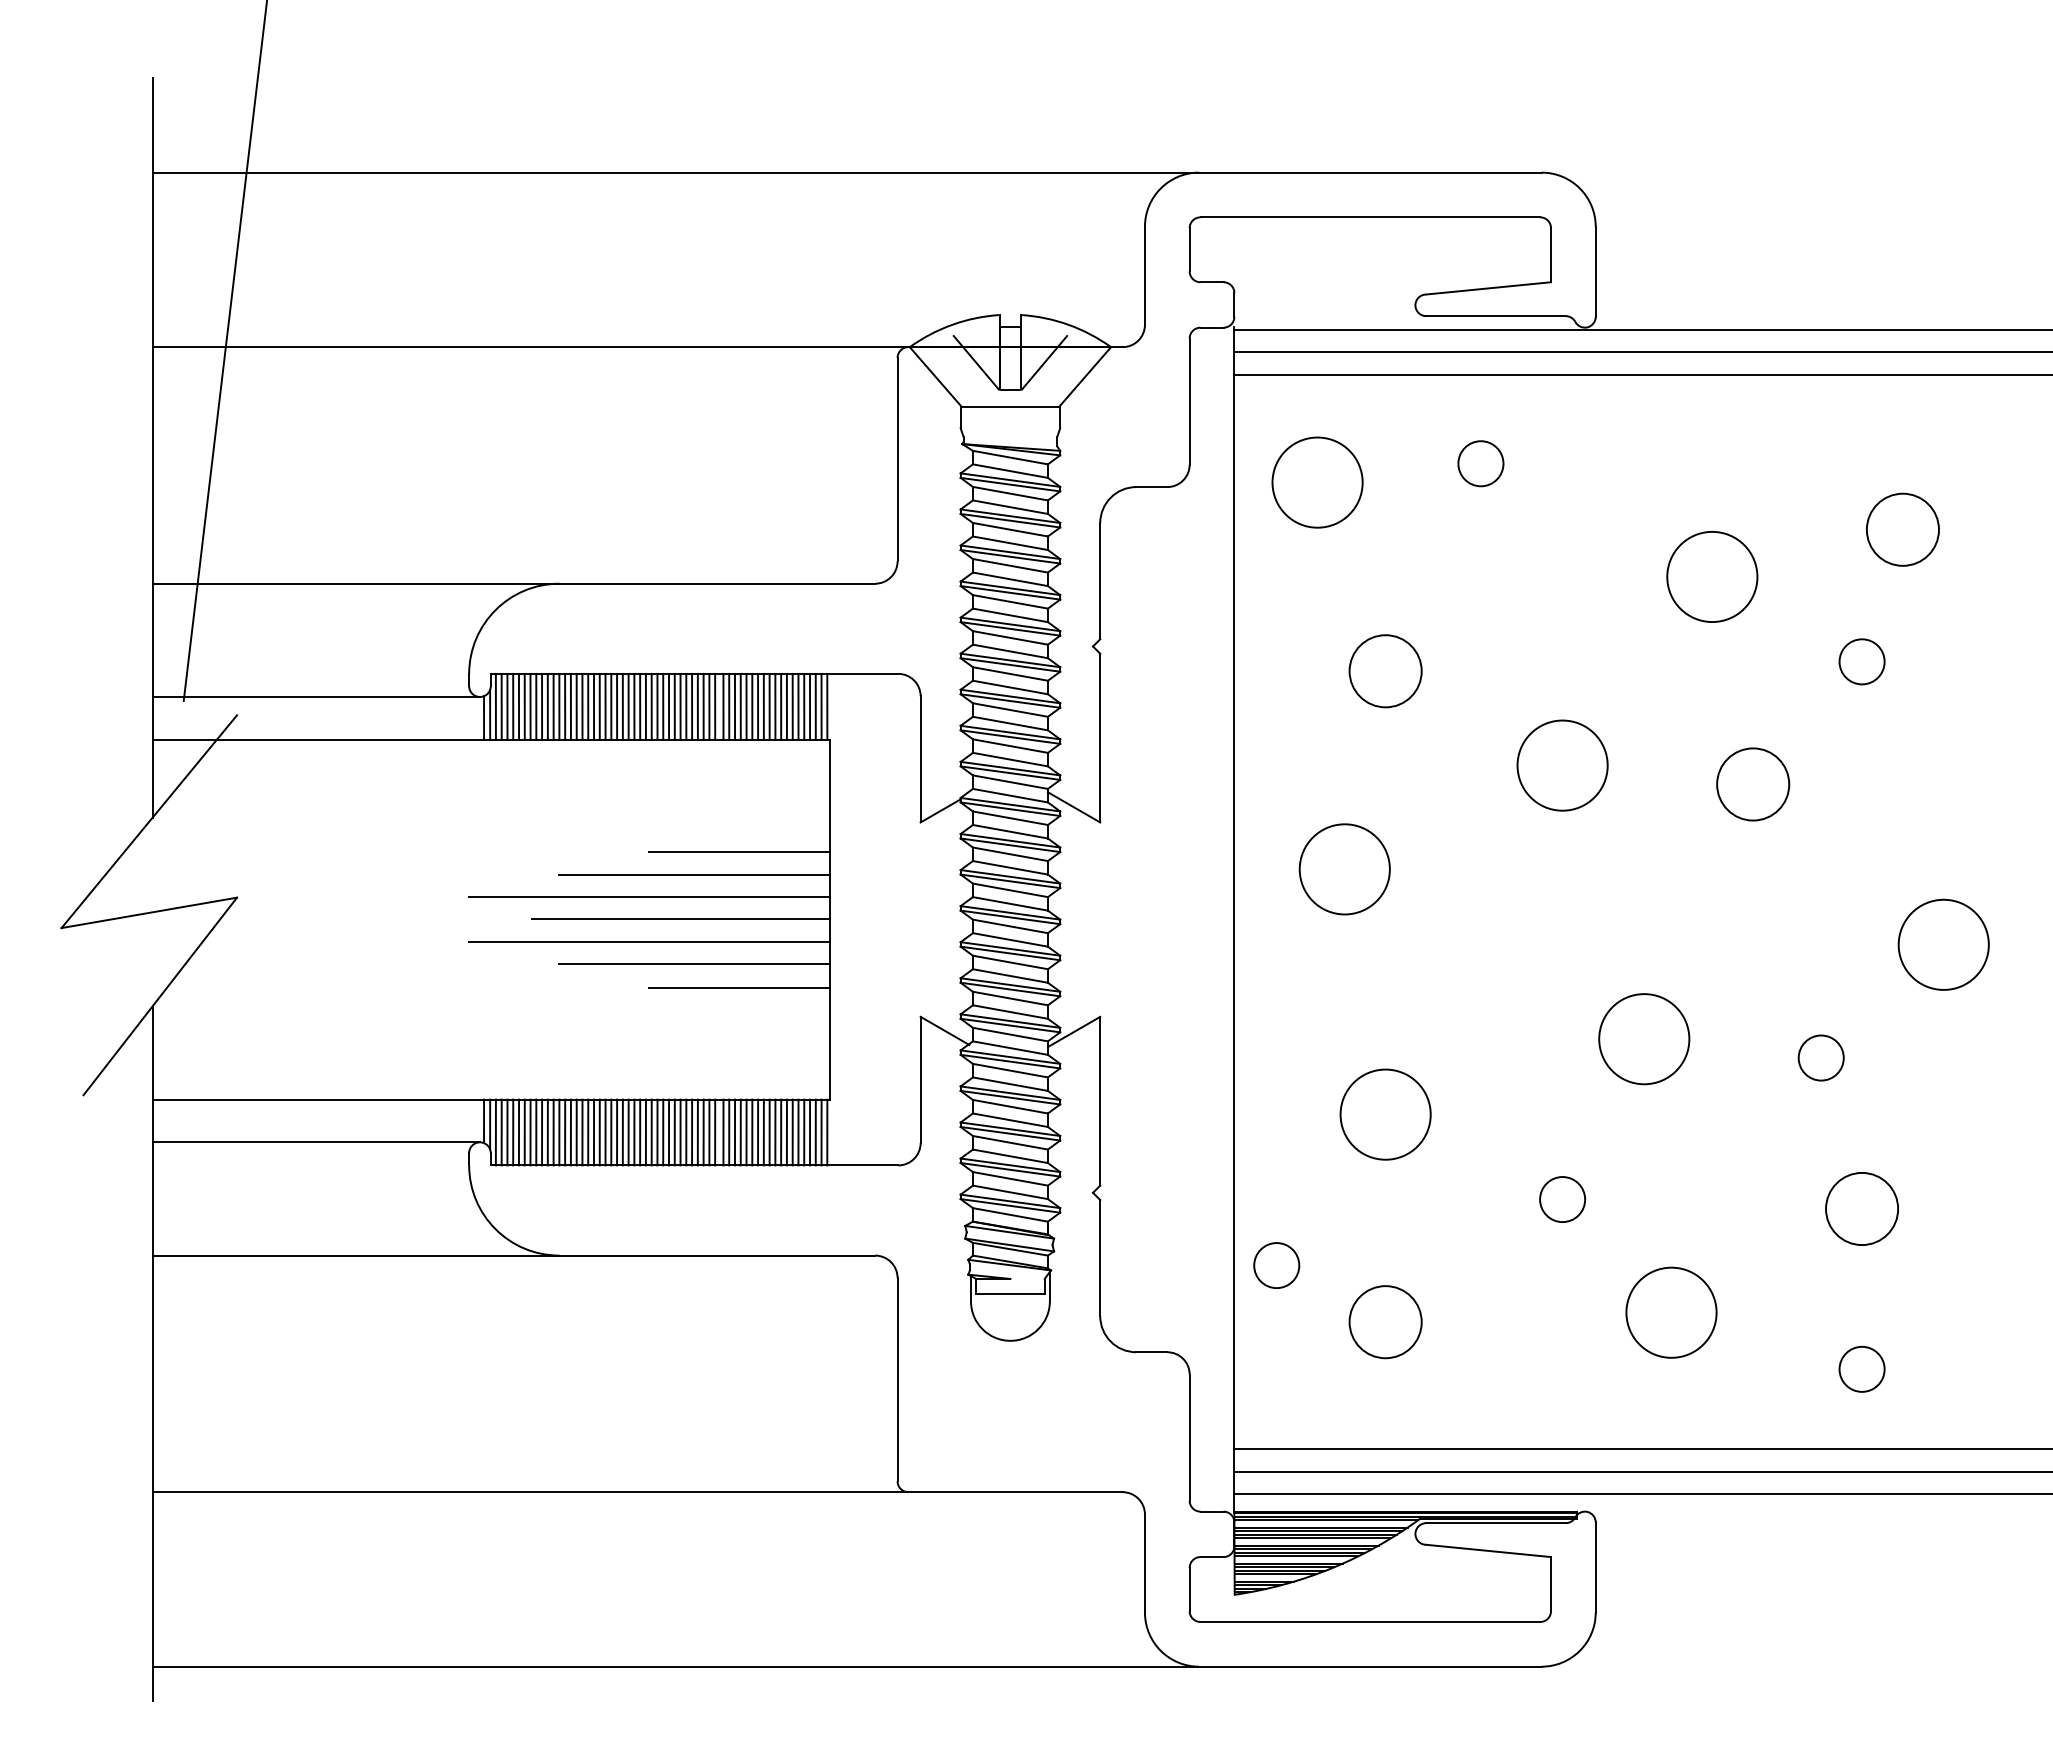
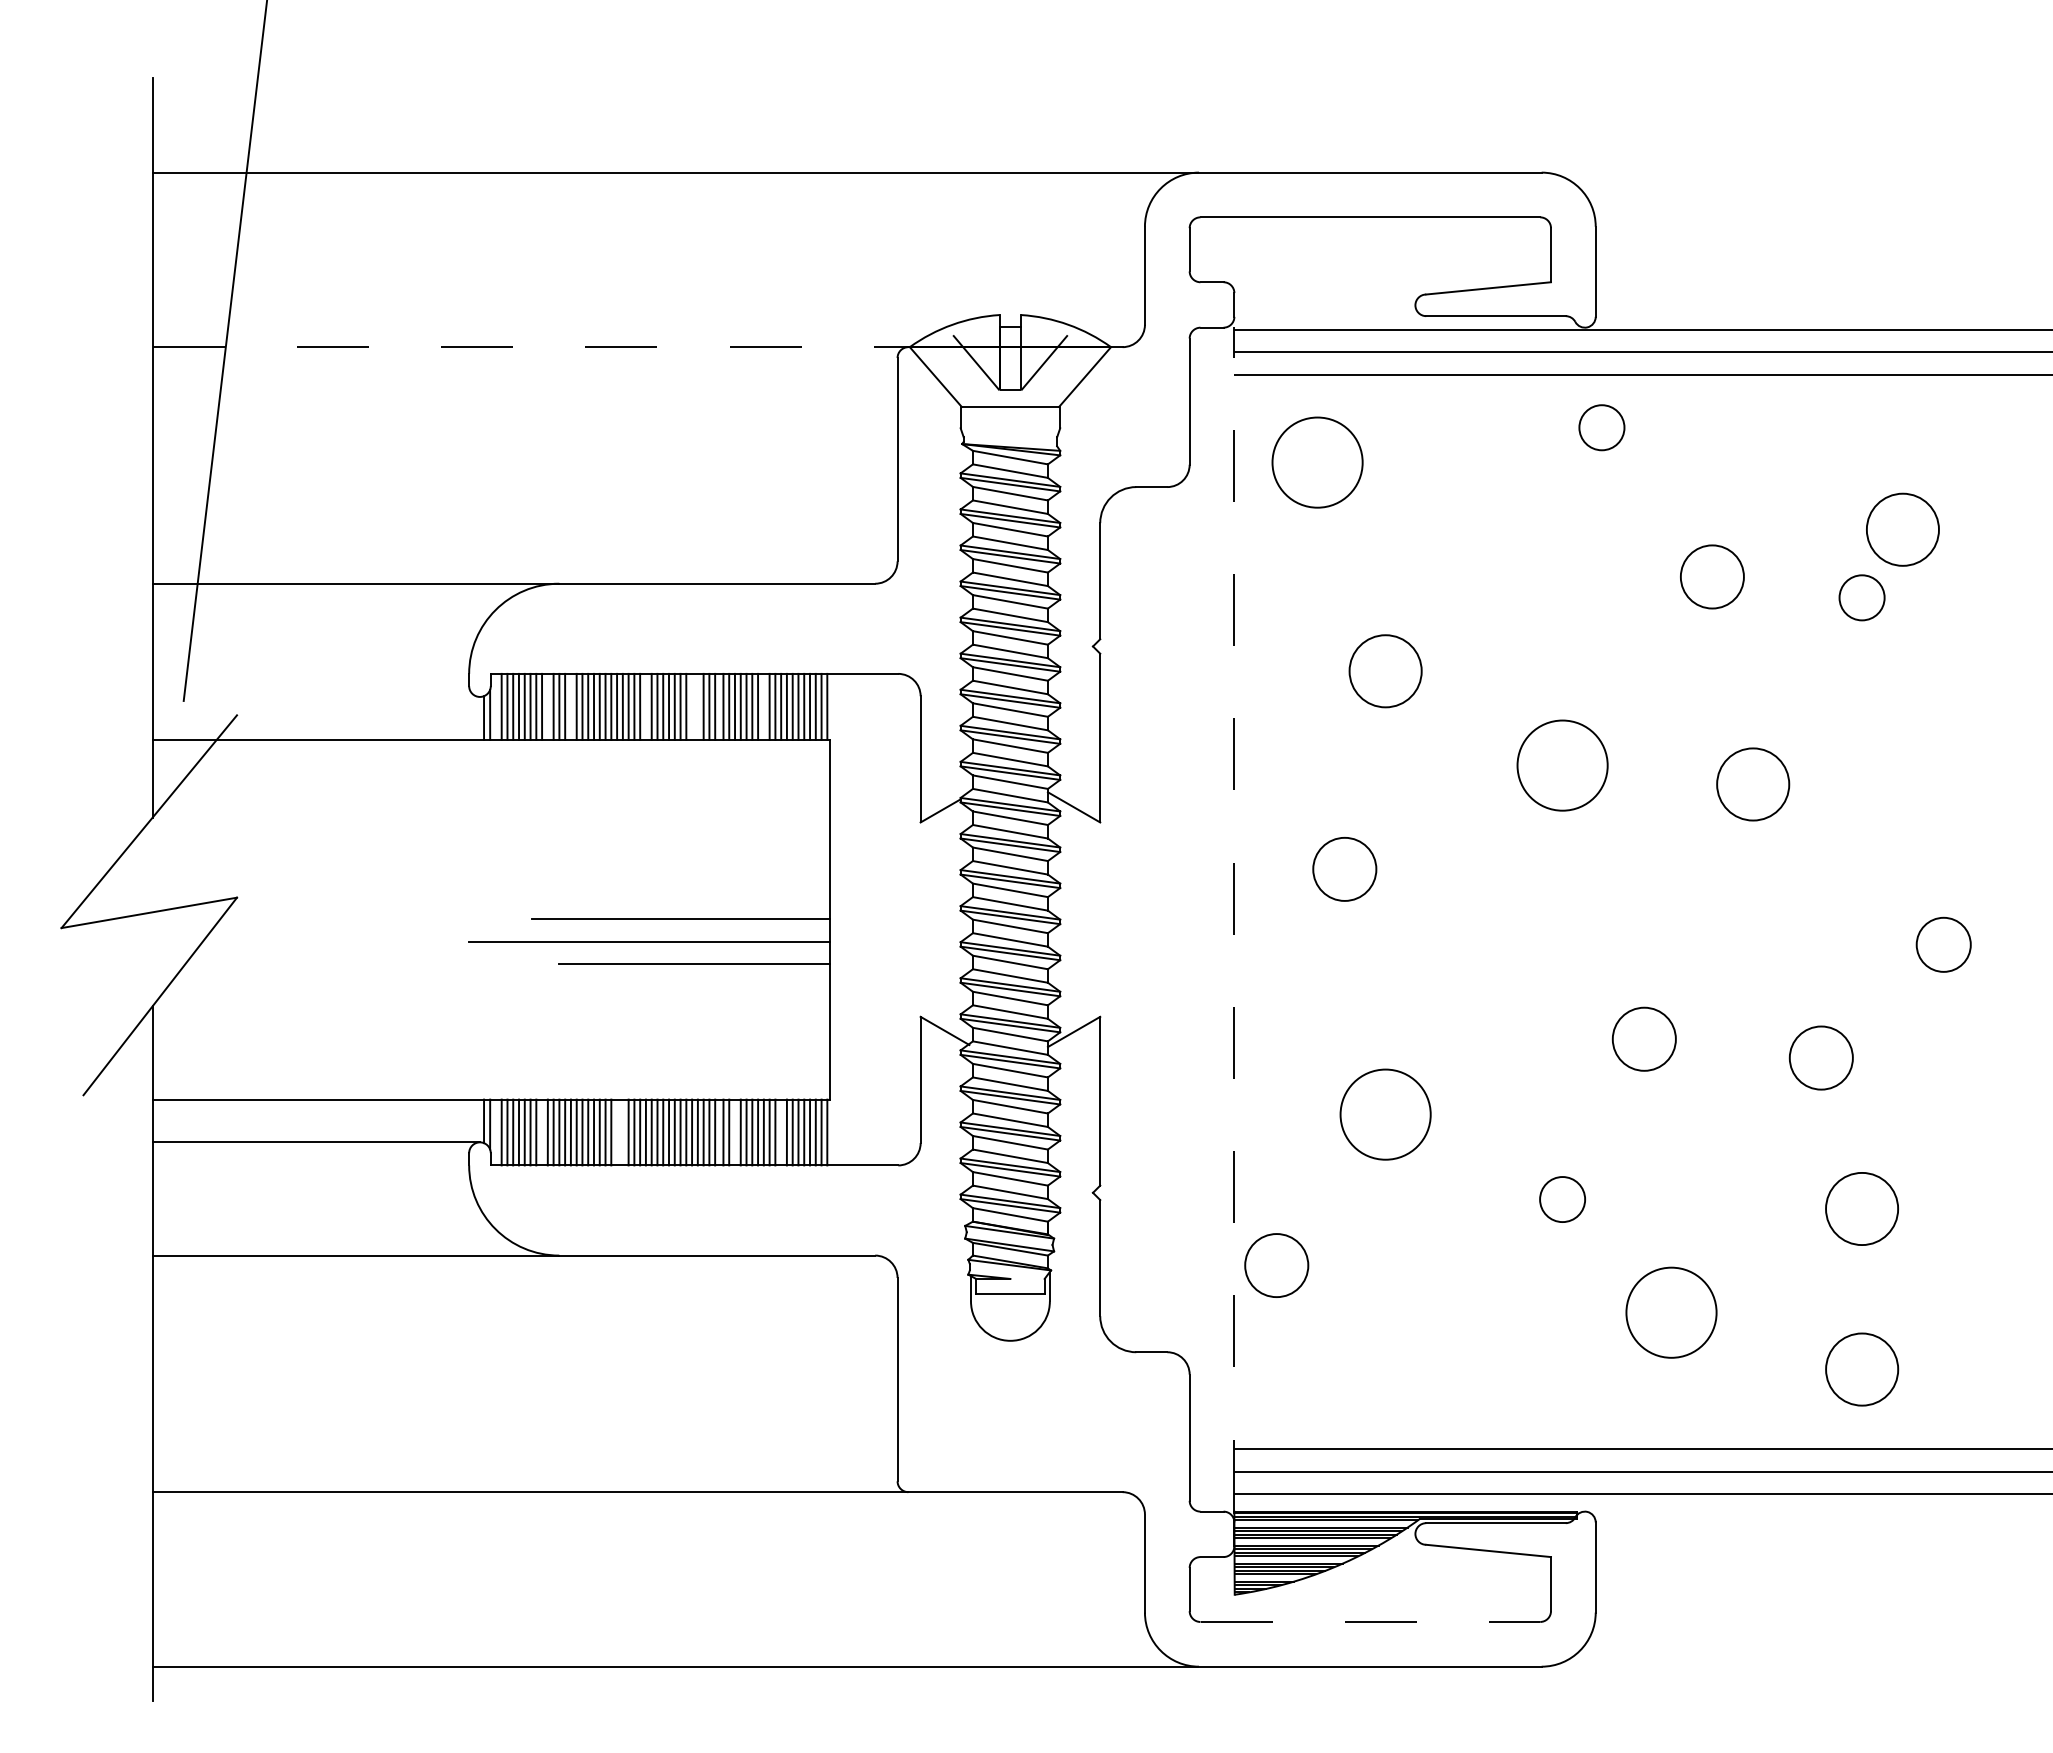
line at (530, 347): solid -> dashed
circle at (1480, 463) position: (1480, 463) -> (1601, 427)
circle at (1317, 482) position: (1317, 482) -> (1317, 462)
circle at (1712, 576) size: 93x92 px -> 65x66 px
circle at (1861, 661) position: (1861, 661) -> (1861, 597)
line at (315, 696): present -> none
line at (495, 706): present -> none
line at (547, 706): present -> none
line at (570, 706): present -> none
line at (645, 706): present -> none
line at (692, 706): present -> none
line at (697, 706): present -> none
line at (763, 706): present -> none
line at (739, 852): present -> none
circle at (1344, 869) diameter: 90 px -> 63 px
line at (694, 874): present -> none
line at (648, 896): present -> none
line at (1234, 919): solid -> dashed
circle at (1943, 944) diameter: 90 px -> 54 px
line at (739, 987): present -> none
circle at (1644, 1039) size: 93x93 px -> 66x66 px
circle at (1820, 1057) size: 48x48 px -> 66x66 px
line at (495, 1132): present -> none
line at (542, 1132): present -> none
line at (617, 1132): present -> none
line at (622, 1132): present -> none
line at (734, 1132): present -> none
line at (781, 1132): present -> none
circle at (1276, 1265) diameter: 45 px -> 63 px
circle at (1385, 1322): present -> none
circle at (1861, 1368) size: 48x48 px -> 75x75 px
line at (1370, 1621): solid -> dashed
